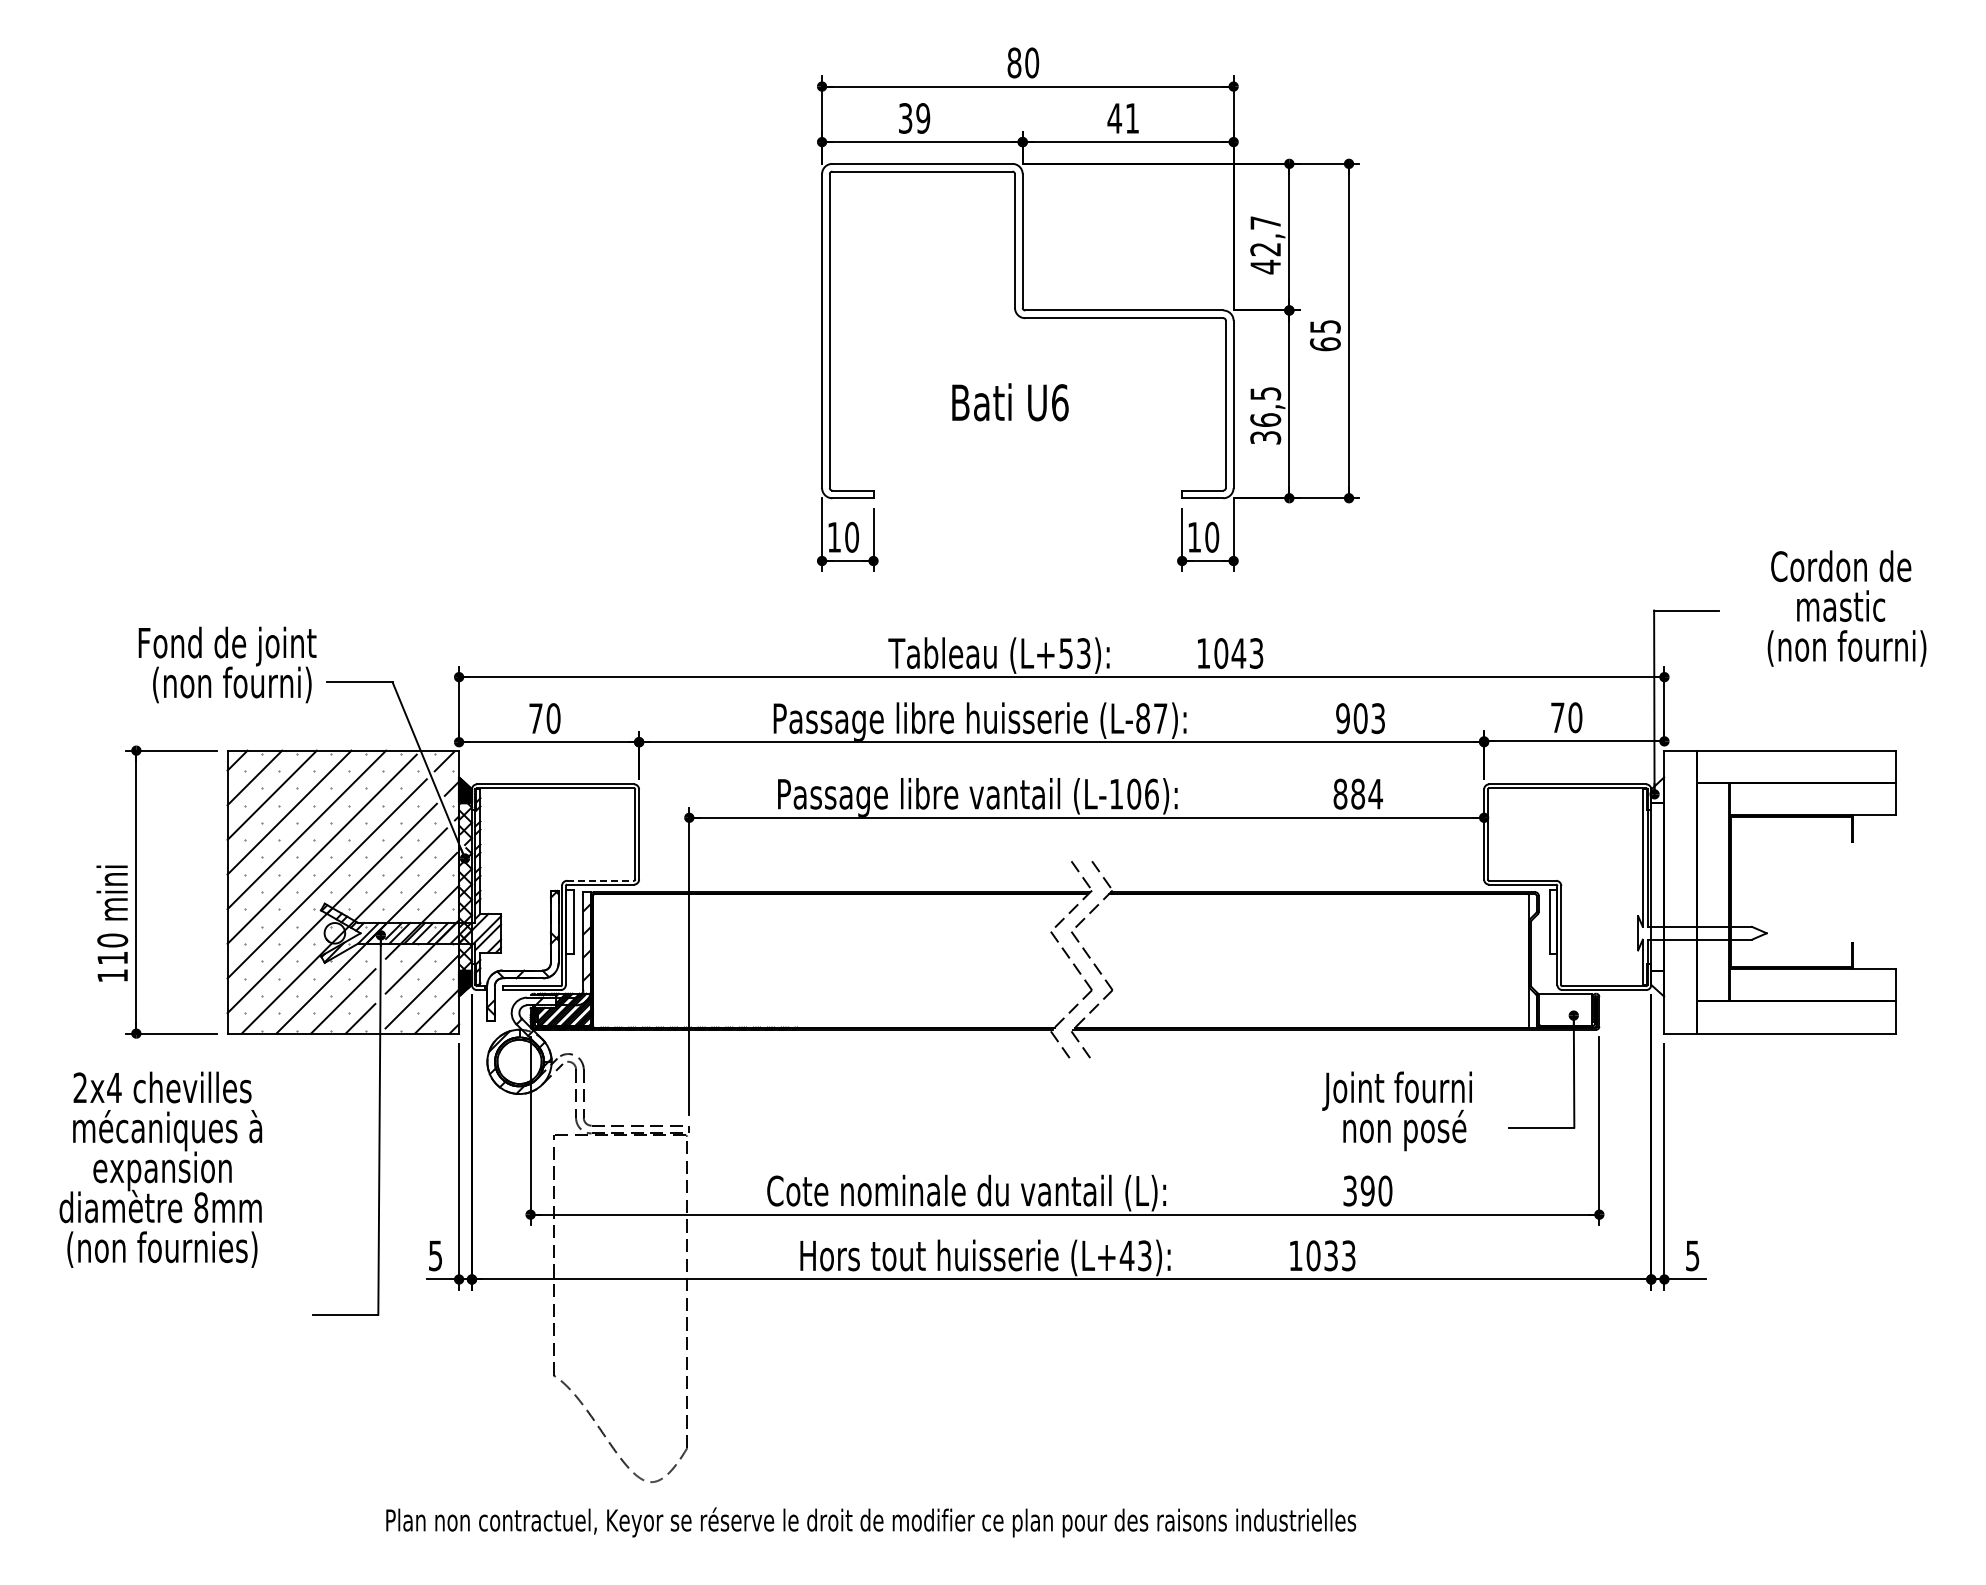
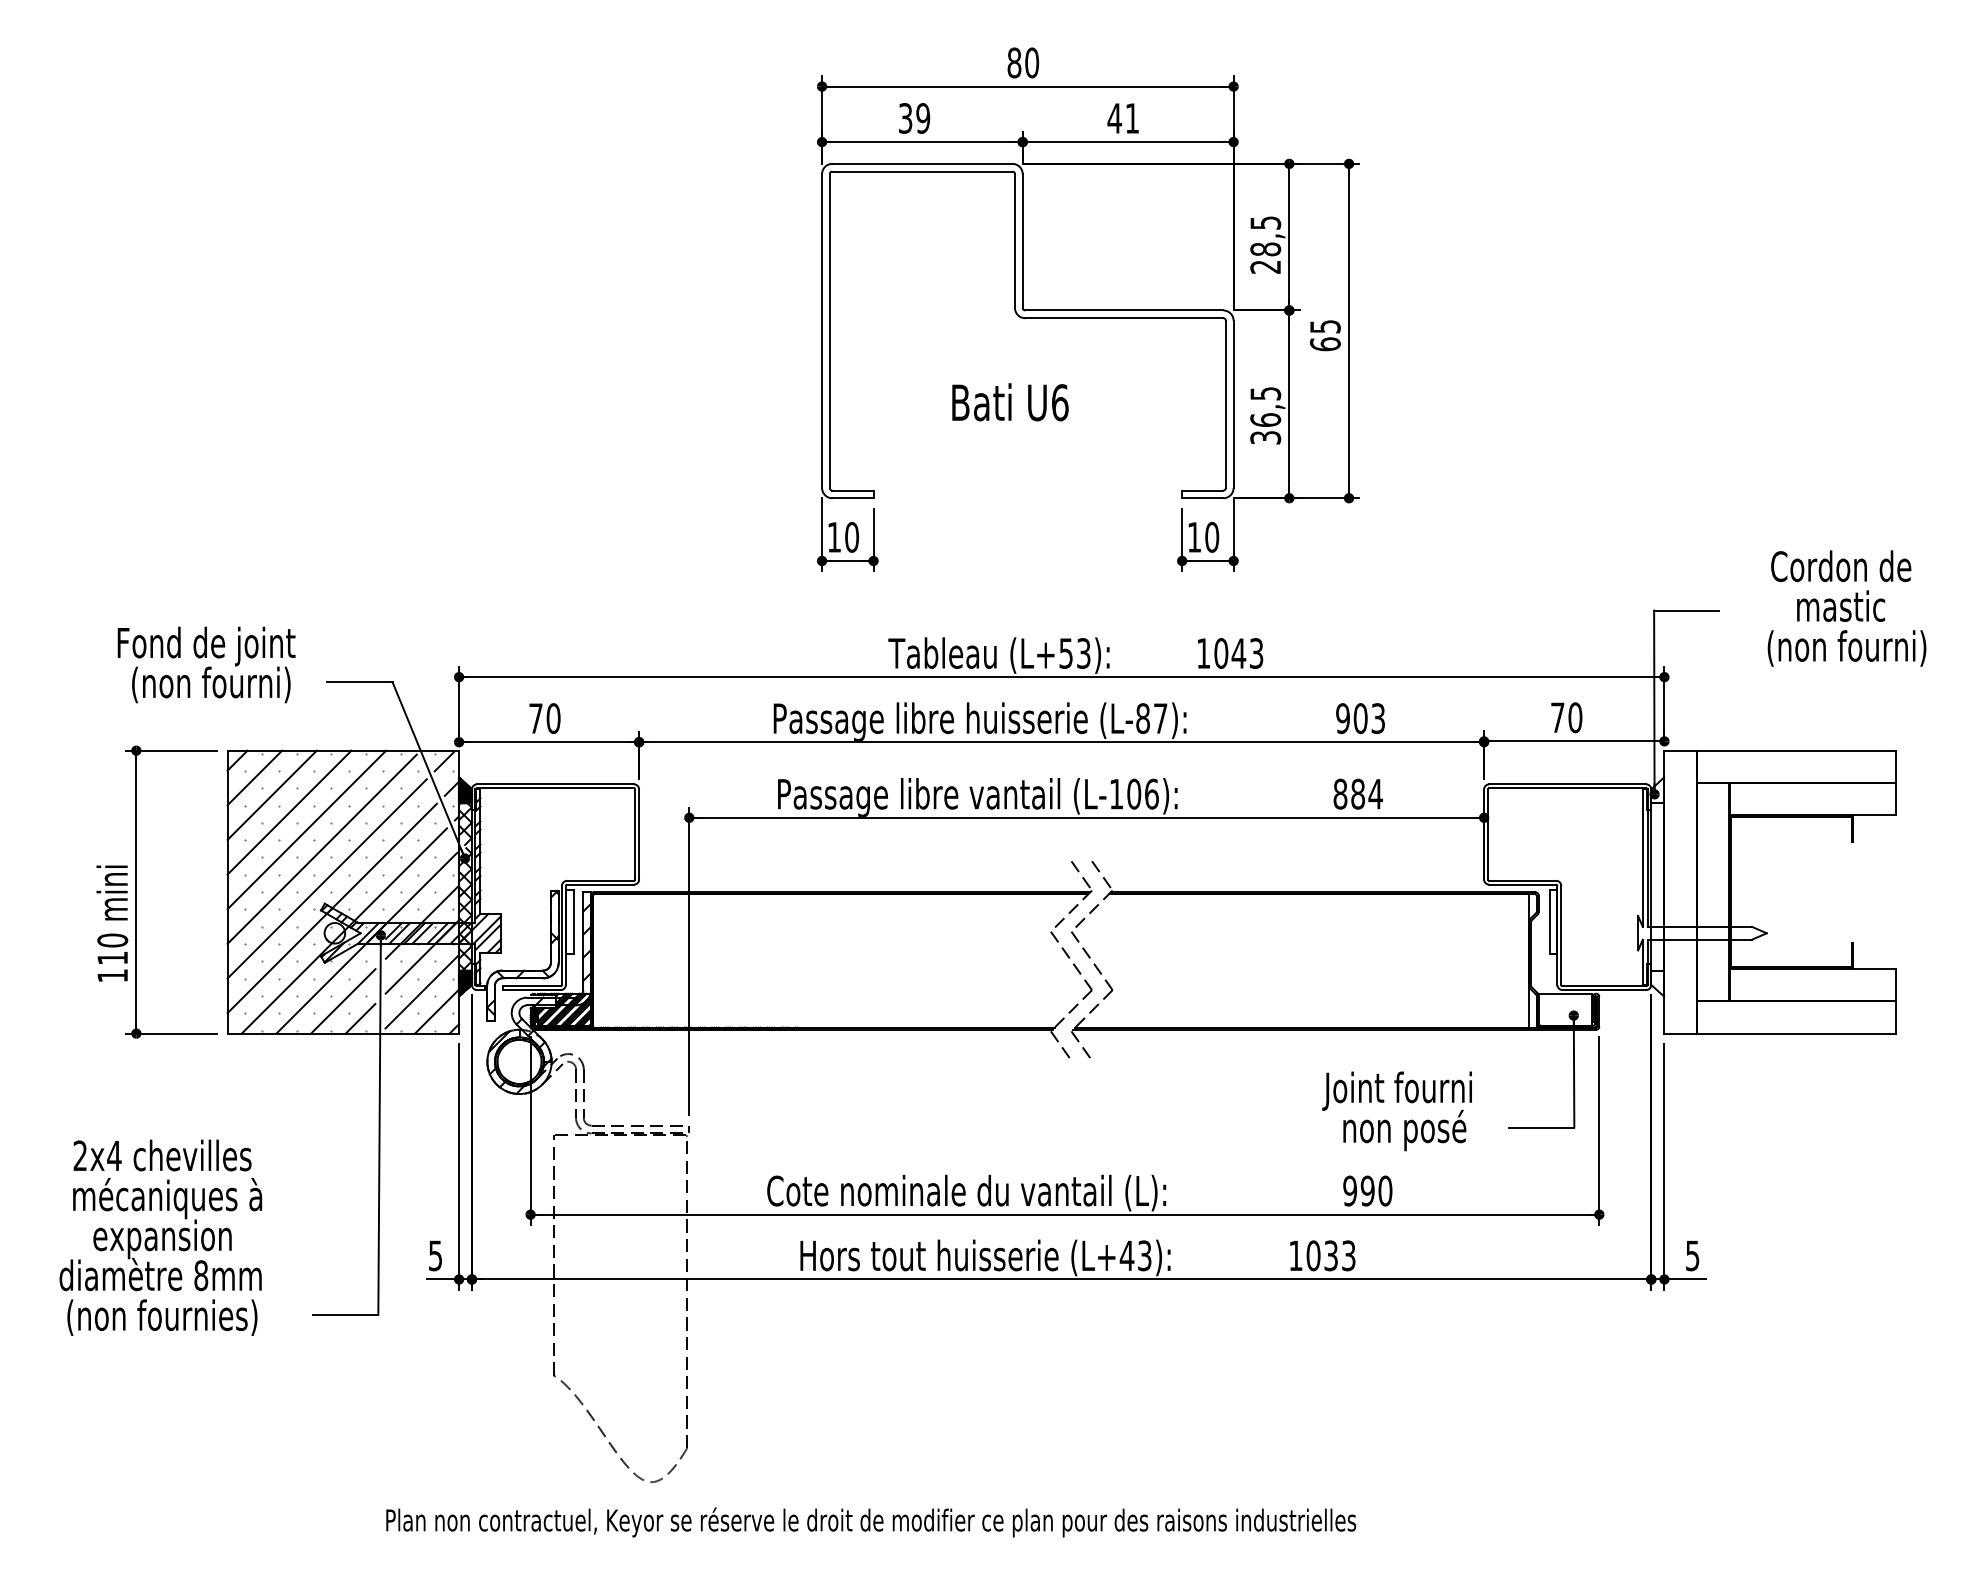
text at (1265, 245): 42,7 -> 28,5
text at (227, 664) position: (227, 664) -> (206, 664)
line at (601, 880): dashed -> solid
text at (160, 1169) position: (160, 1169) -> (160, 1237)
text at (1350, 1190): 390 -> 990
